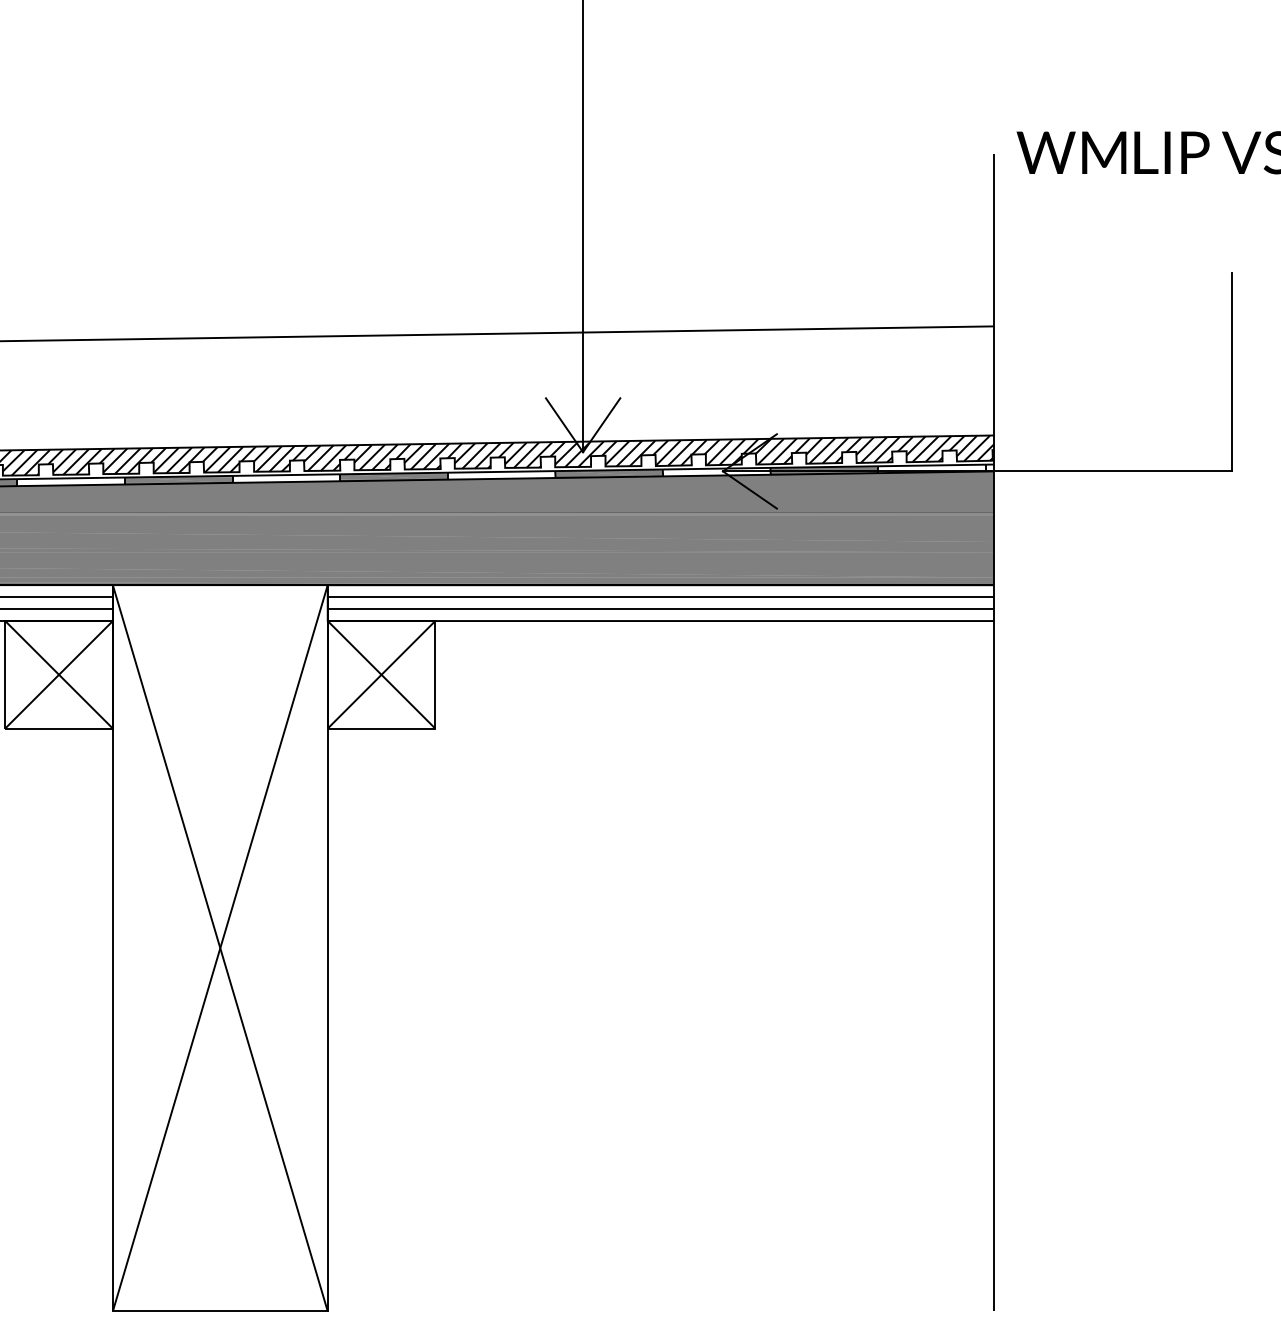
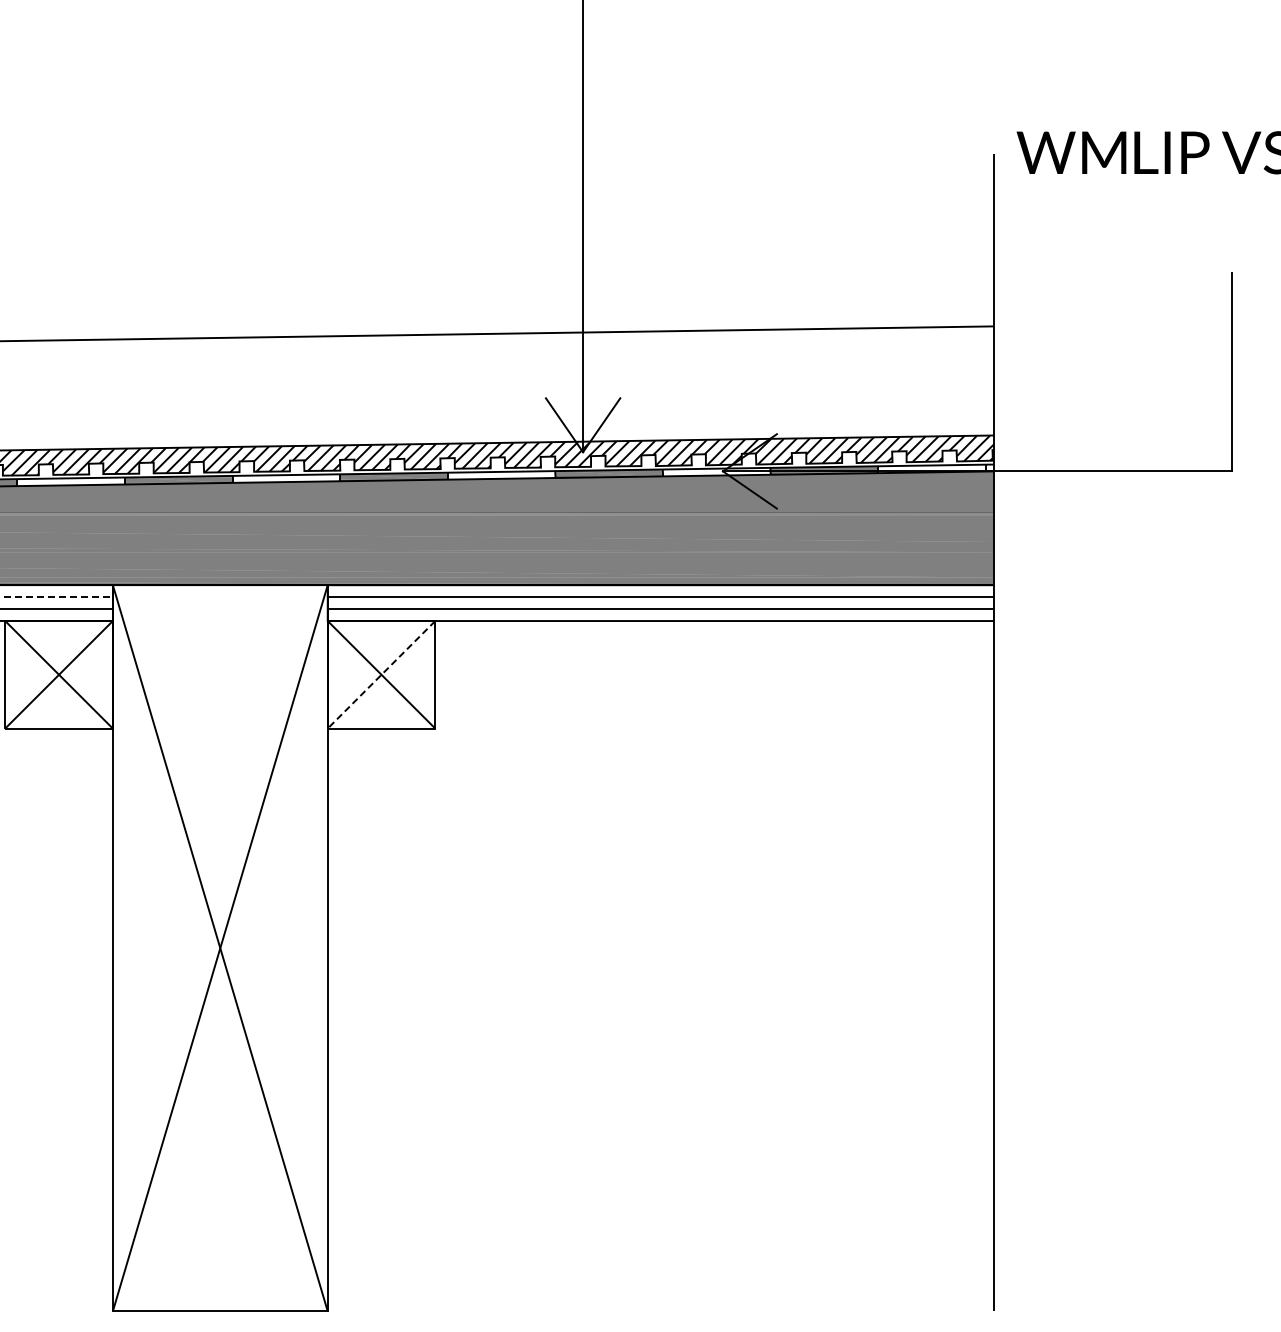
line at (56, 596): solid -> dashed
line at (381, 675): solid -> dashed
